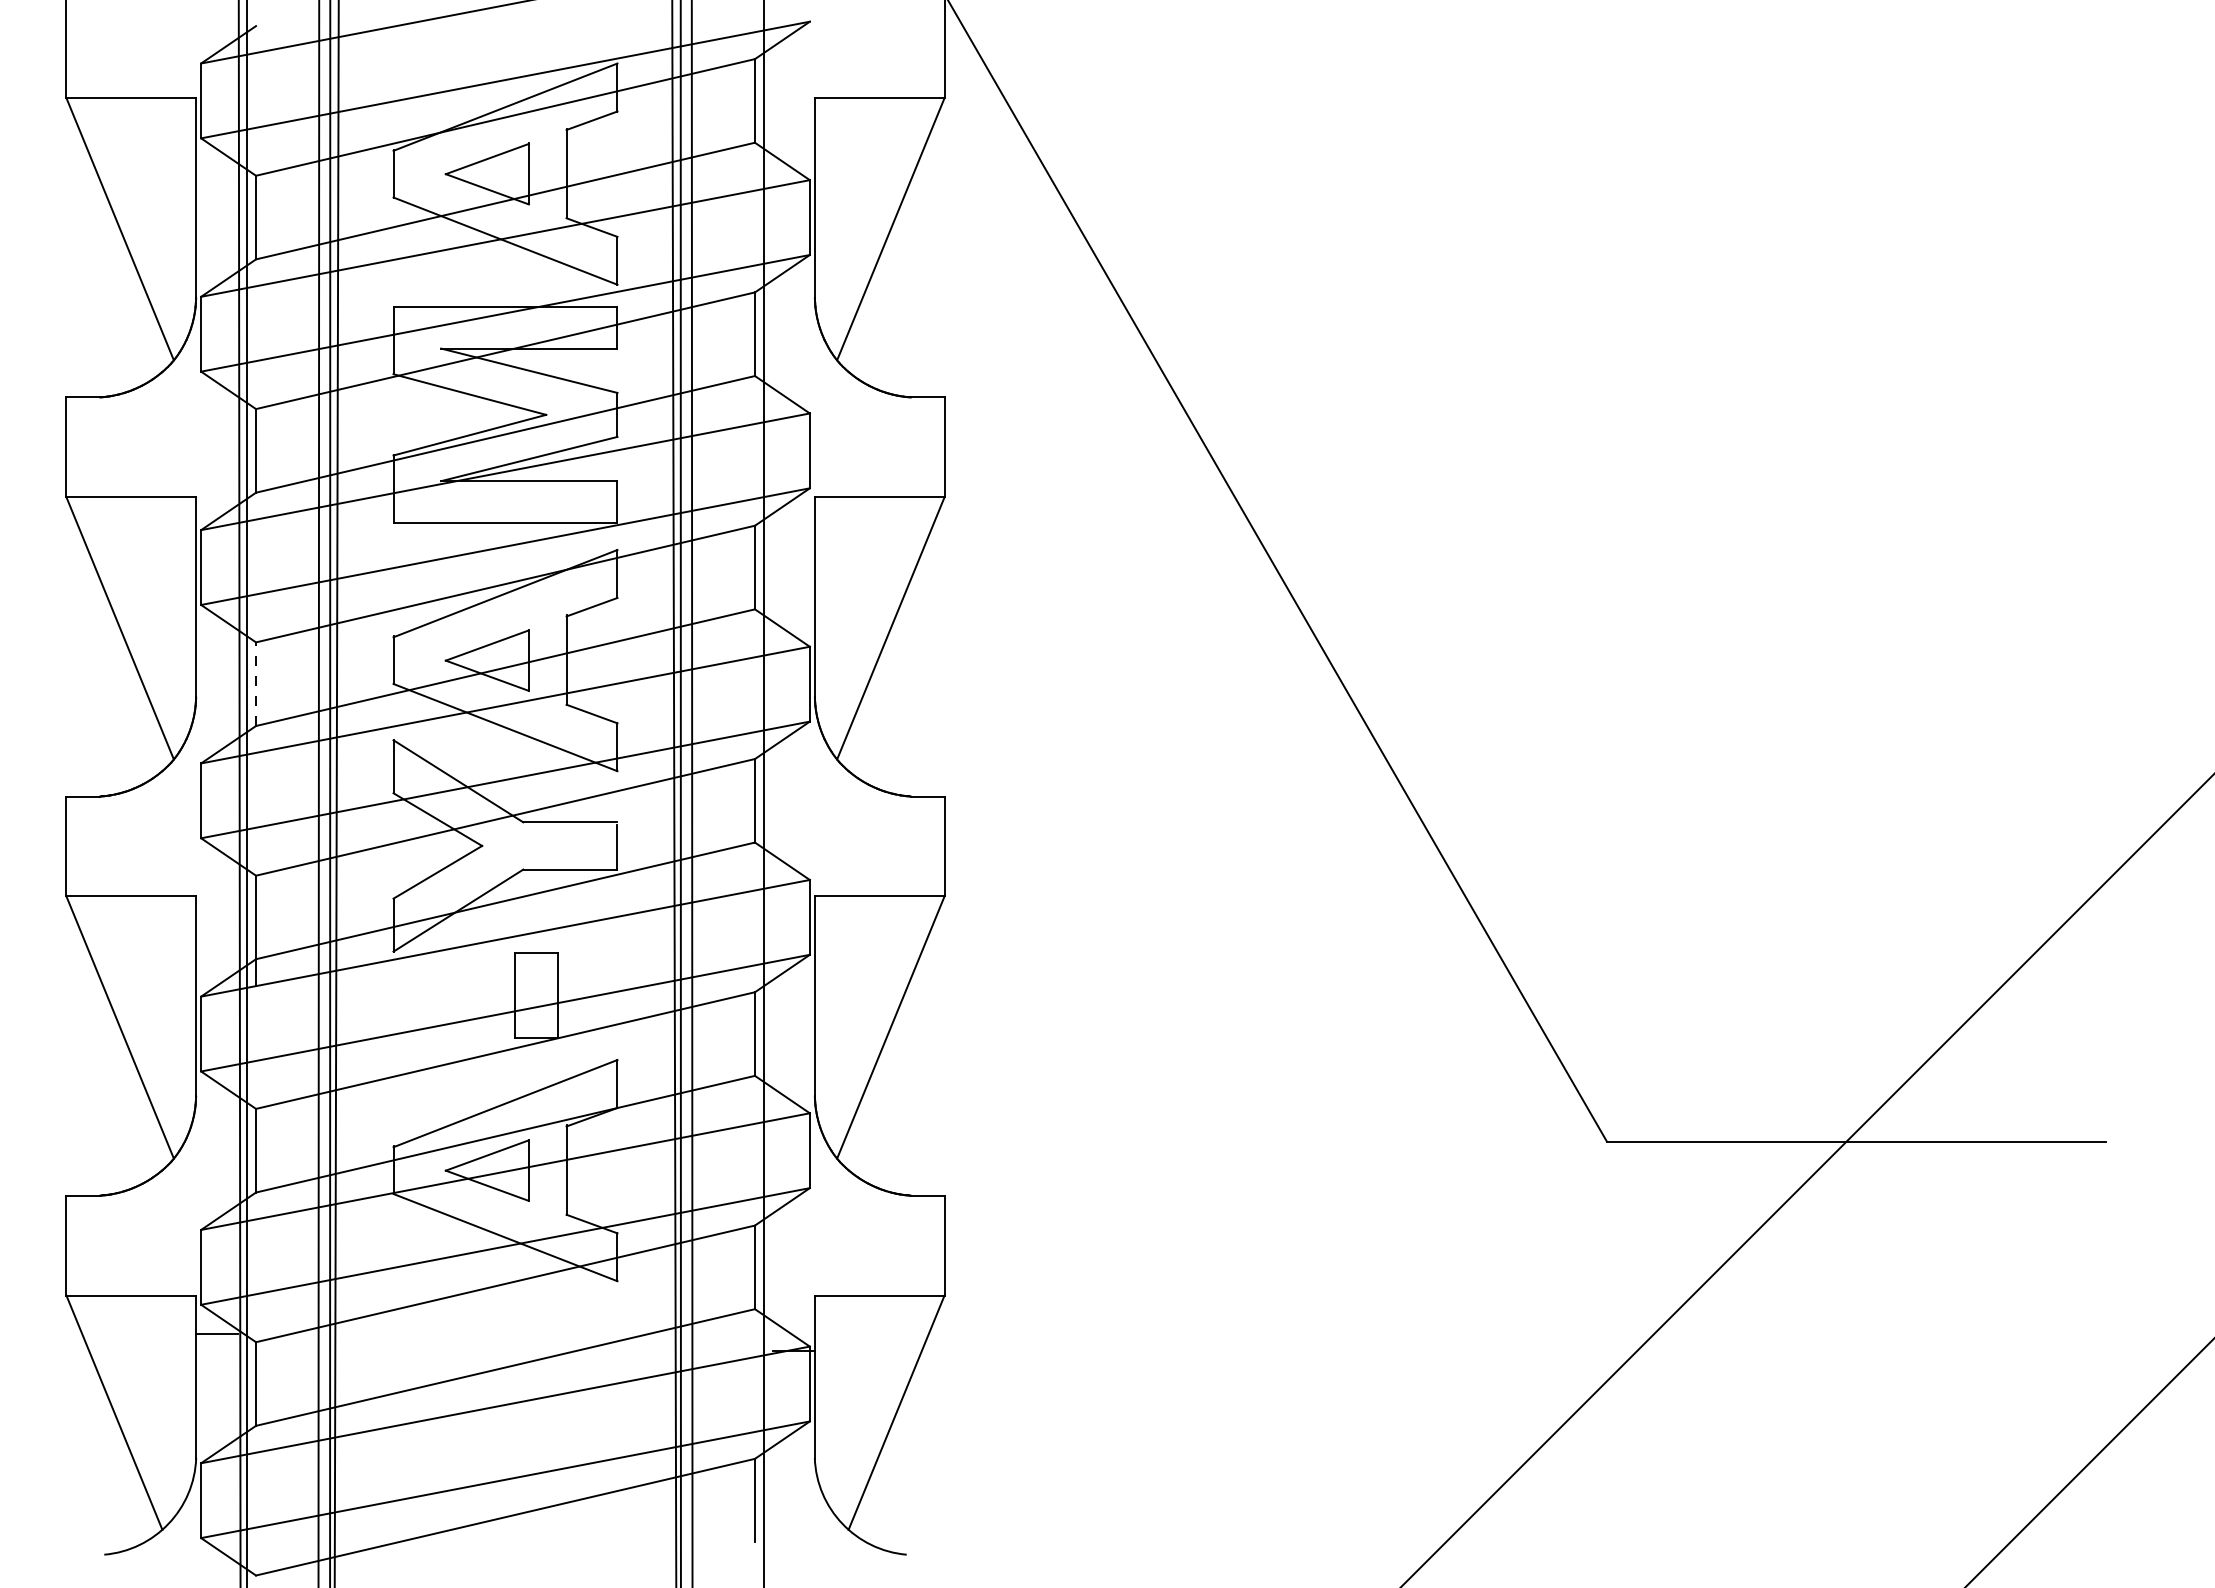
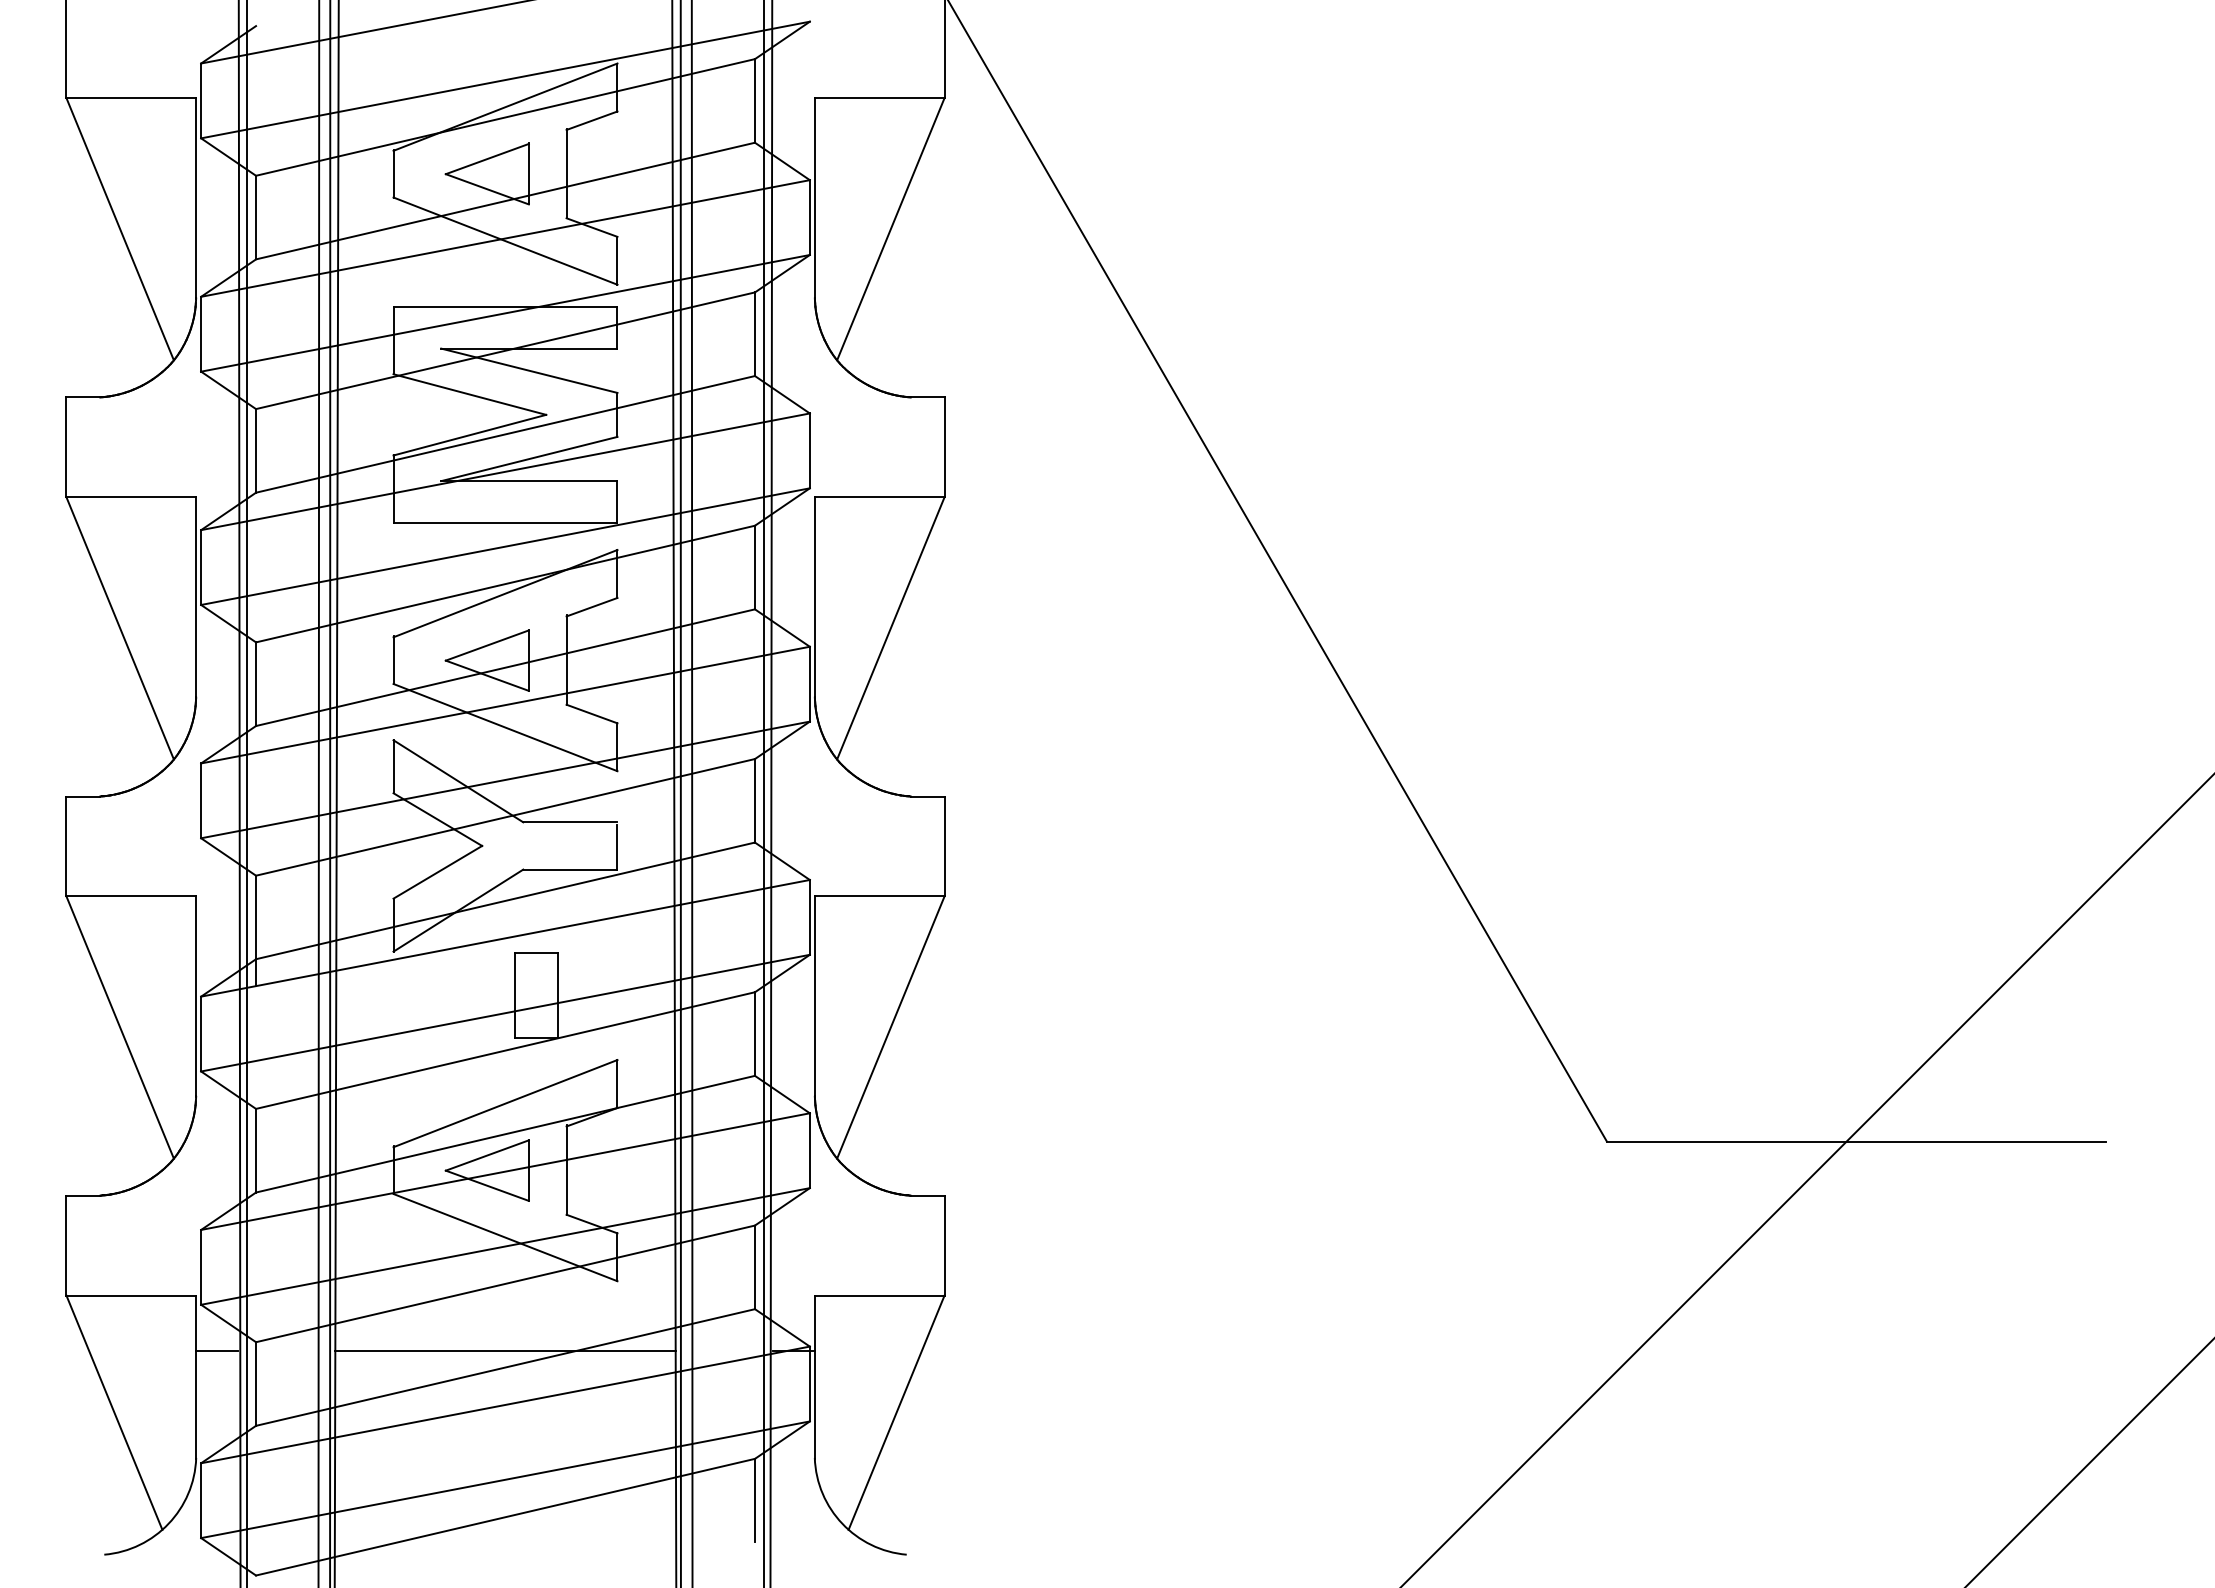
line at (256, 684): dashed -> solid
line at (771, 793): none -> present
line at (216, 1333) position: (216, 1333) -> (216, 1350)
line at (505, 1350): none -> present
